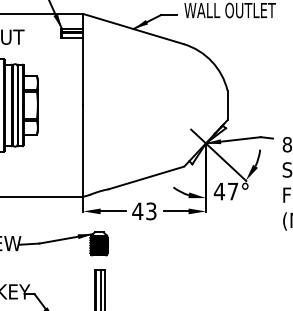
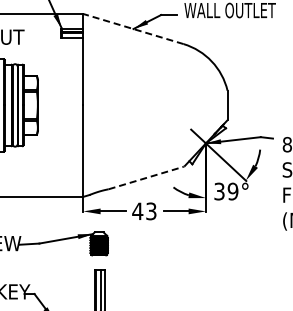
line at (132, 28): solid -> dashed
line at (146, 177): solid -> dashed
text at (225, 191): 47° -> 39°
